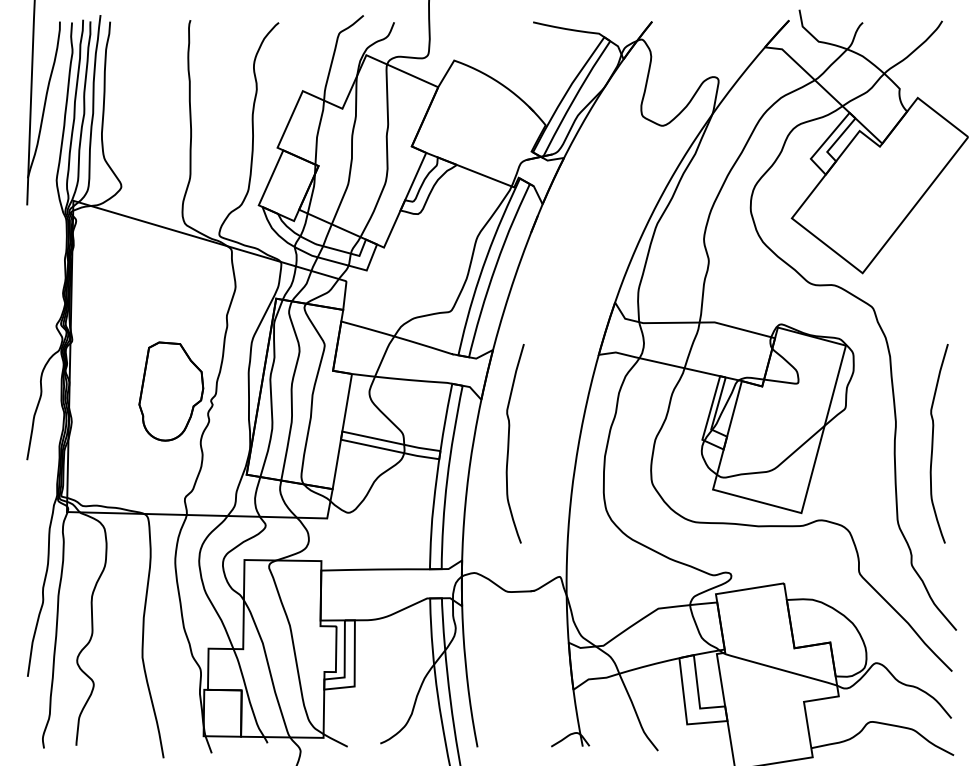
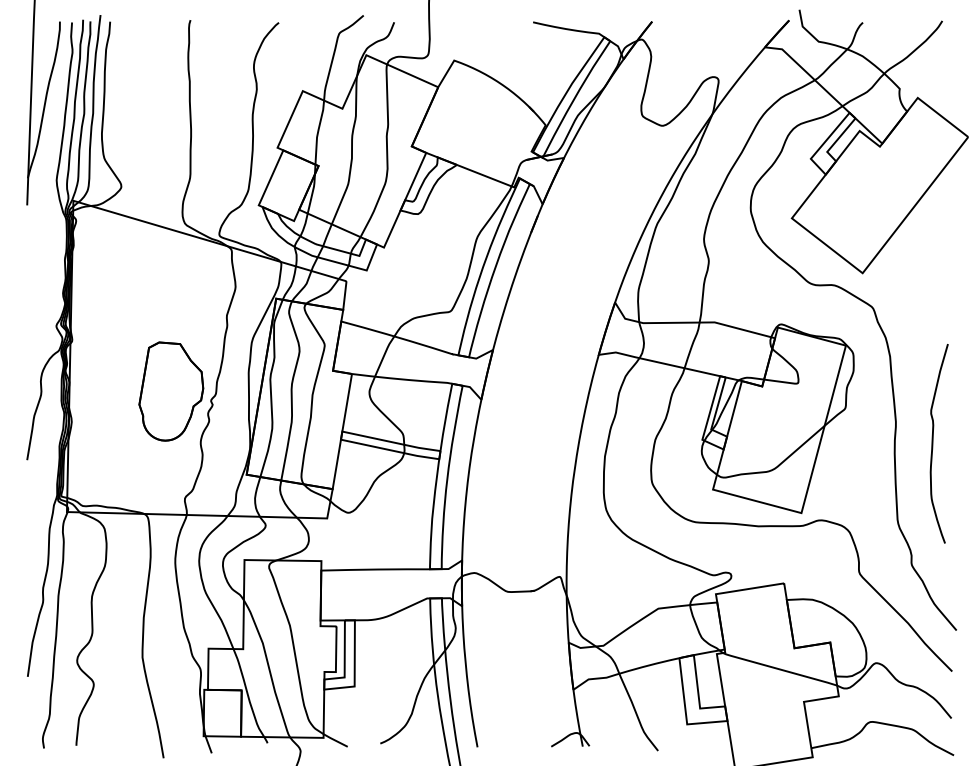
curve at (509, 443): present -> none
